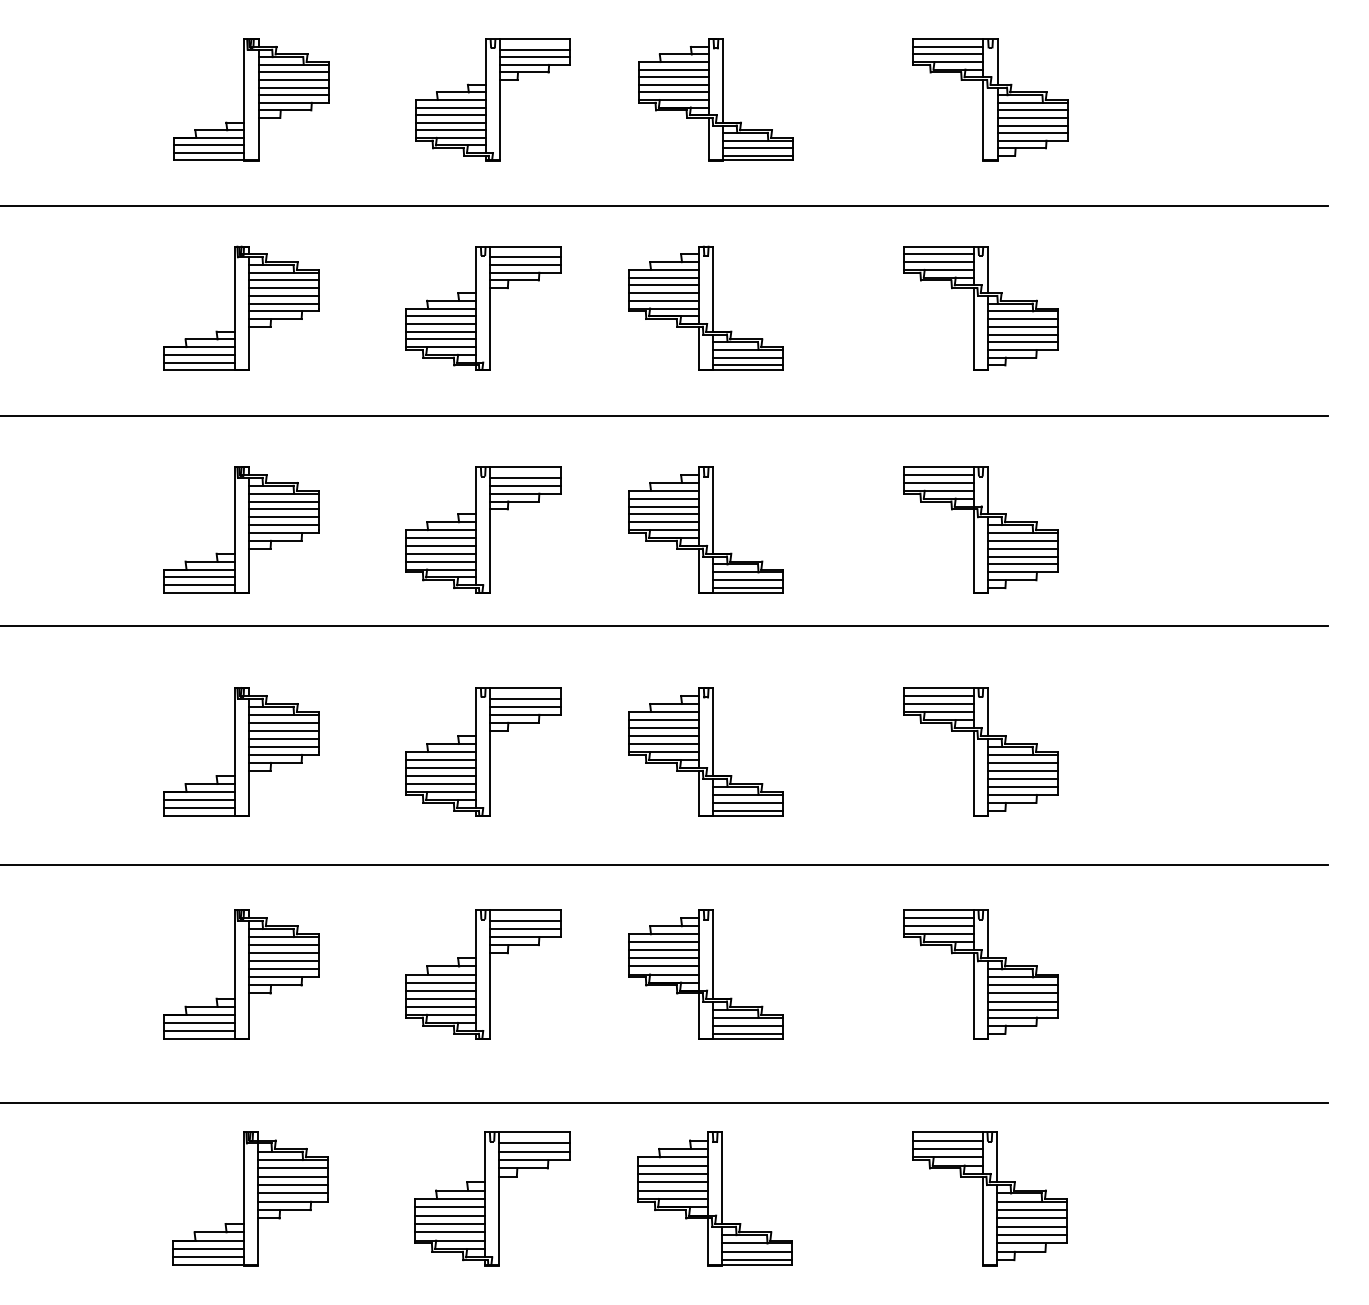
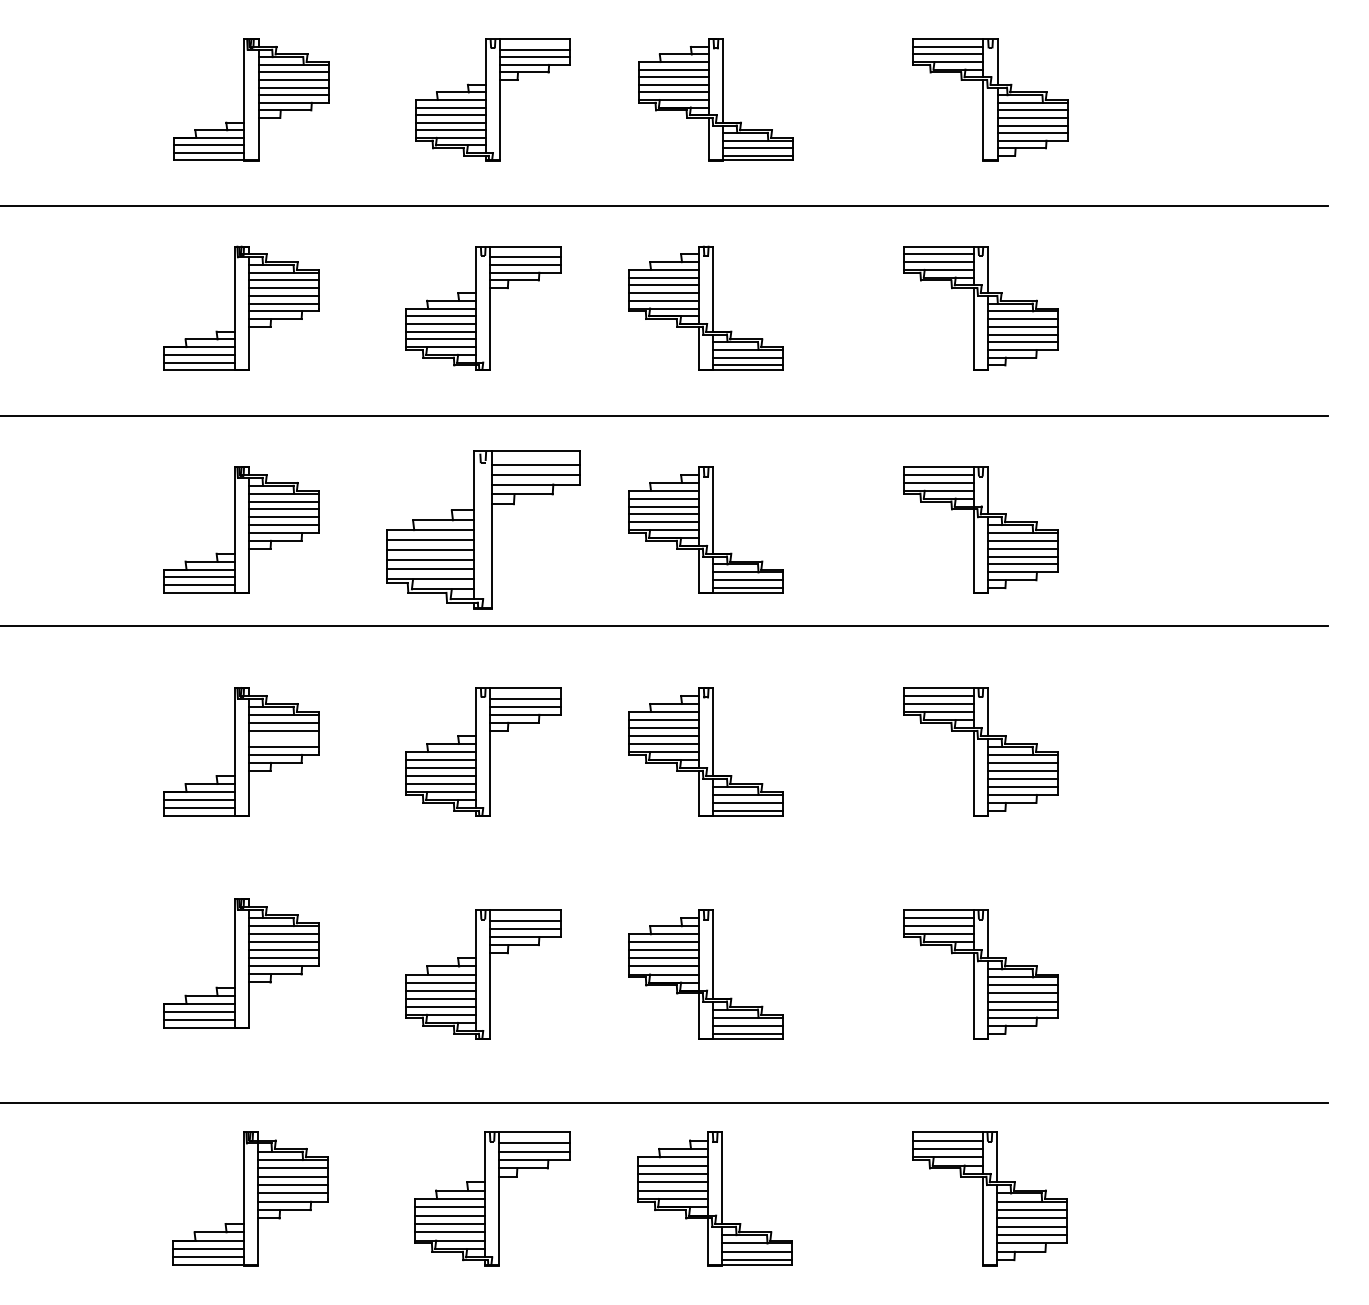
part at (483, 529) size: 157x128 px -> 195x160 px
line at (283, 738): present -> none
line at (664, 864): present -> none
part at (241, 974) position: (241, 974) -> (241, 963)
